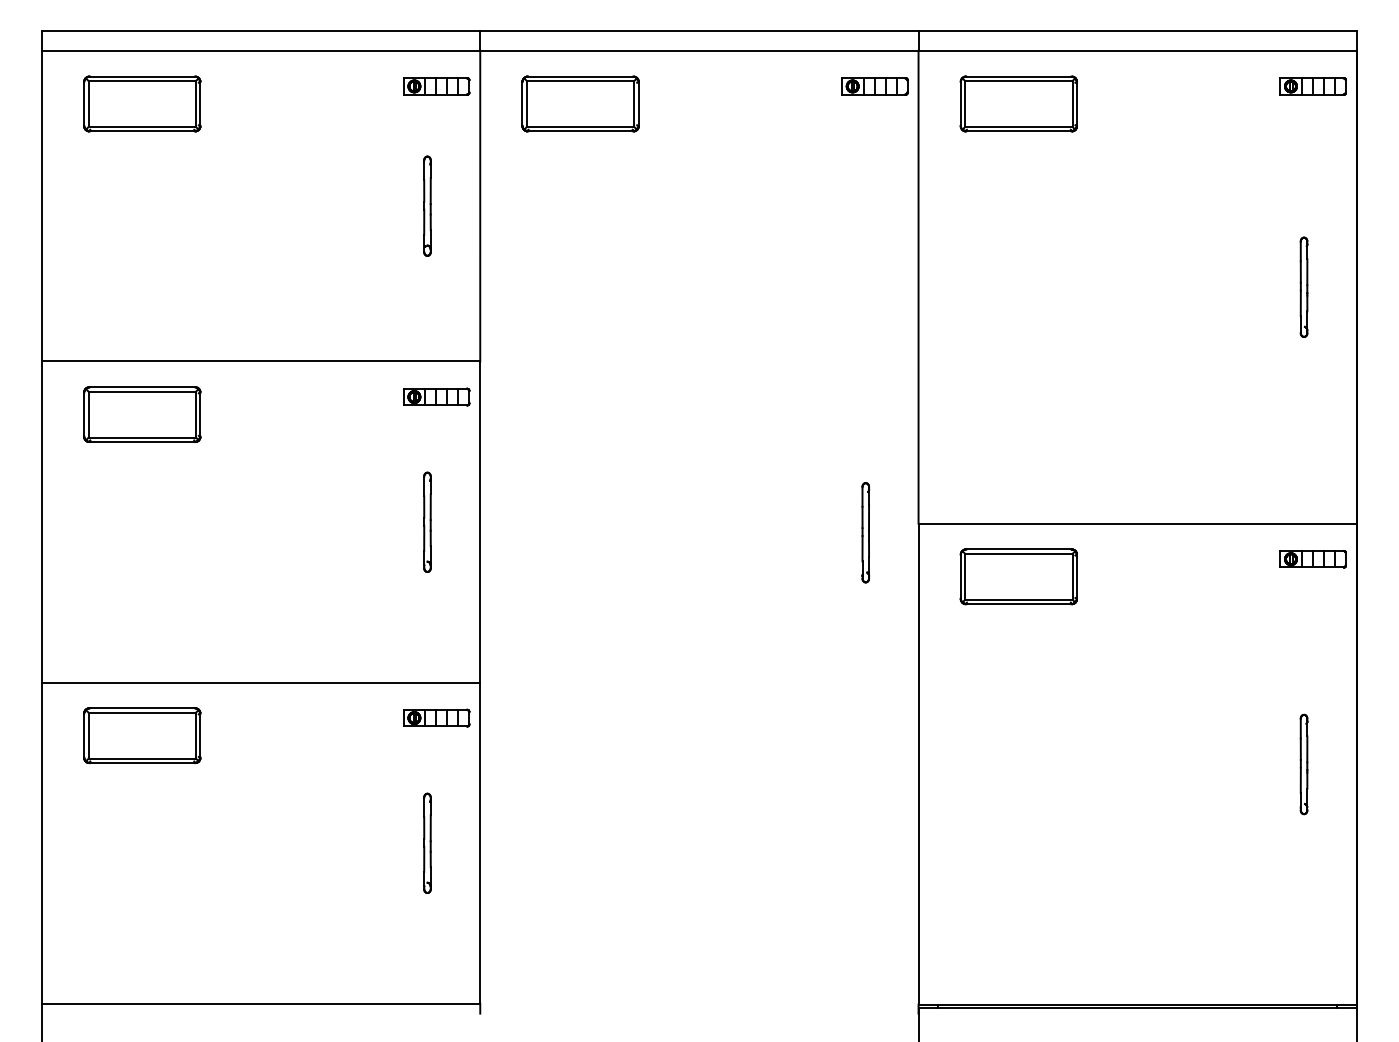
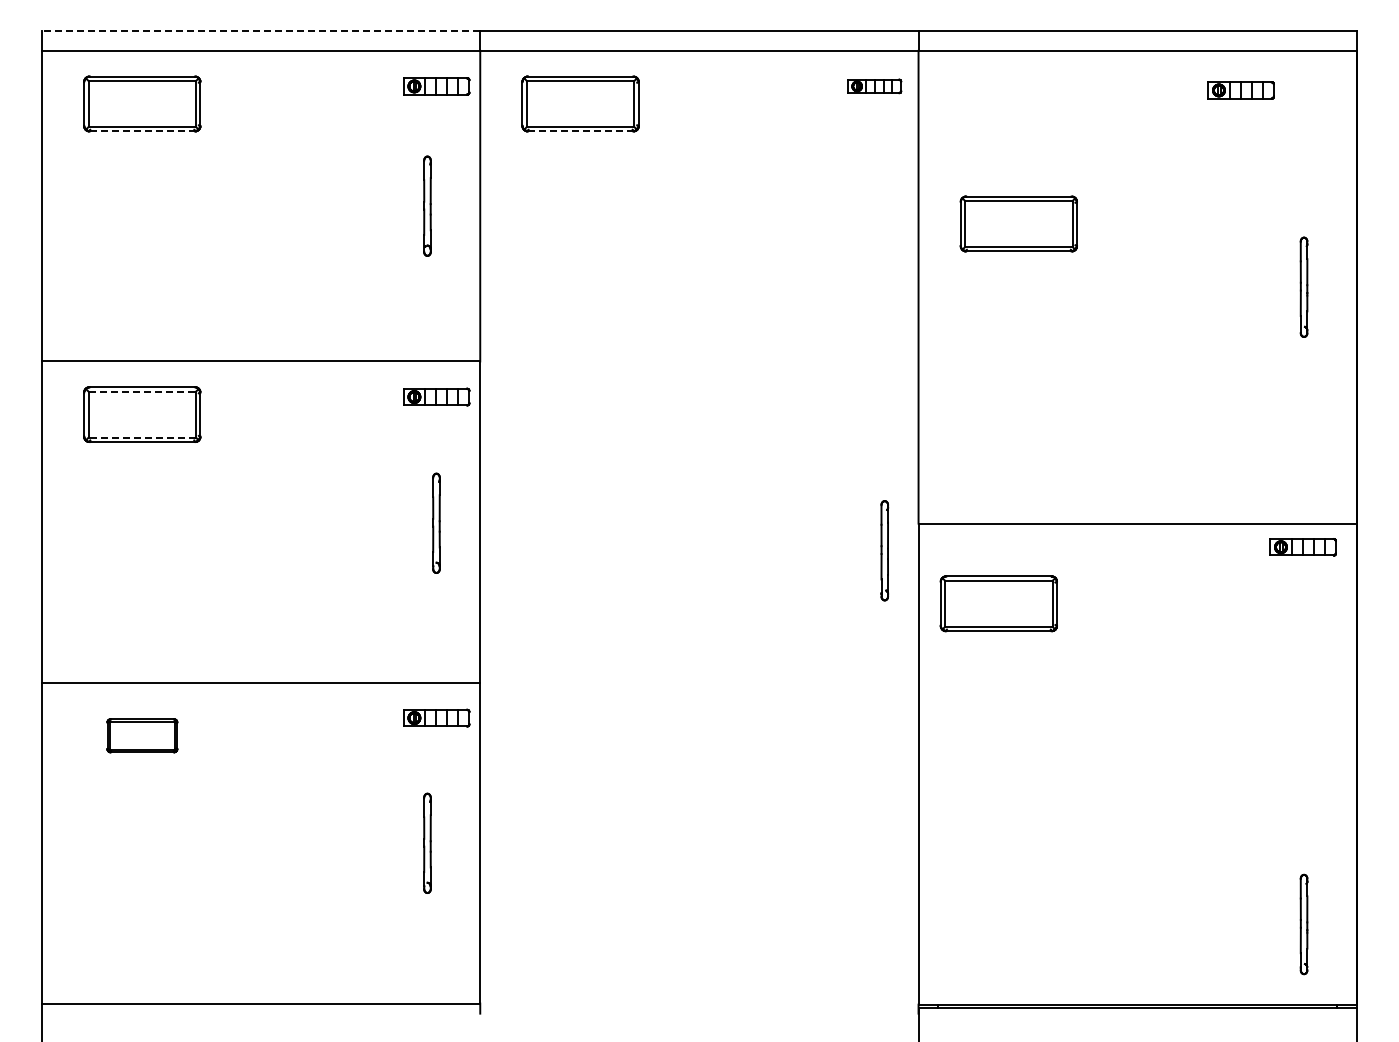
line at (260, 31): solid -> dashed
part at (874, 86) size: 68x19 px -> 56x17 px
part at (1312, 86) position: (1312, 86) -> (1240, 90)
part at (1018, 103) position: (1018, 103) -> (1018, 223)
line at (142, 131): solid -> dashed
line at (580, 131): solid -> dashed
line at (142, 391): solid -> dashed
line at (142, 437): solid -> dashed
part at (427, 521) position: (427, 521) -> (436, 522)
part at (865, 532) position: (865, 532) -> (884, 550)
part at (1312, 559) position: (1312, 559) -> (1302, 547)
part at (1018, 576) position: (1018, 576) -> (998, 603)
part at (142, 735) size: 119x58 px -> 73x36 px
part at (1303, 764) position: (1303, 764) -> (1303, 924)
